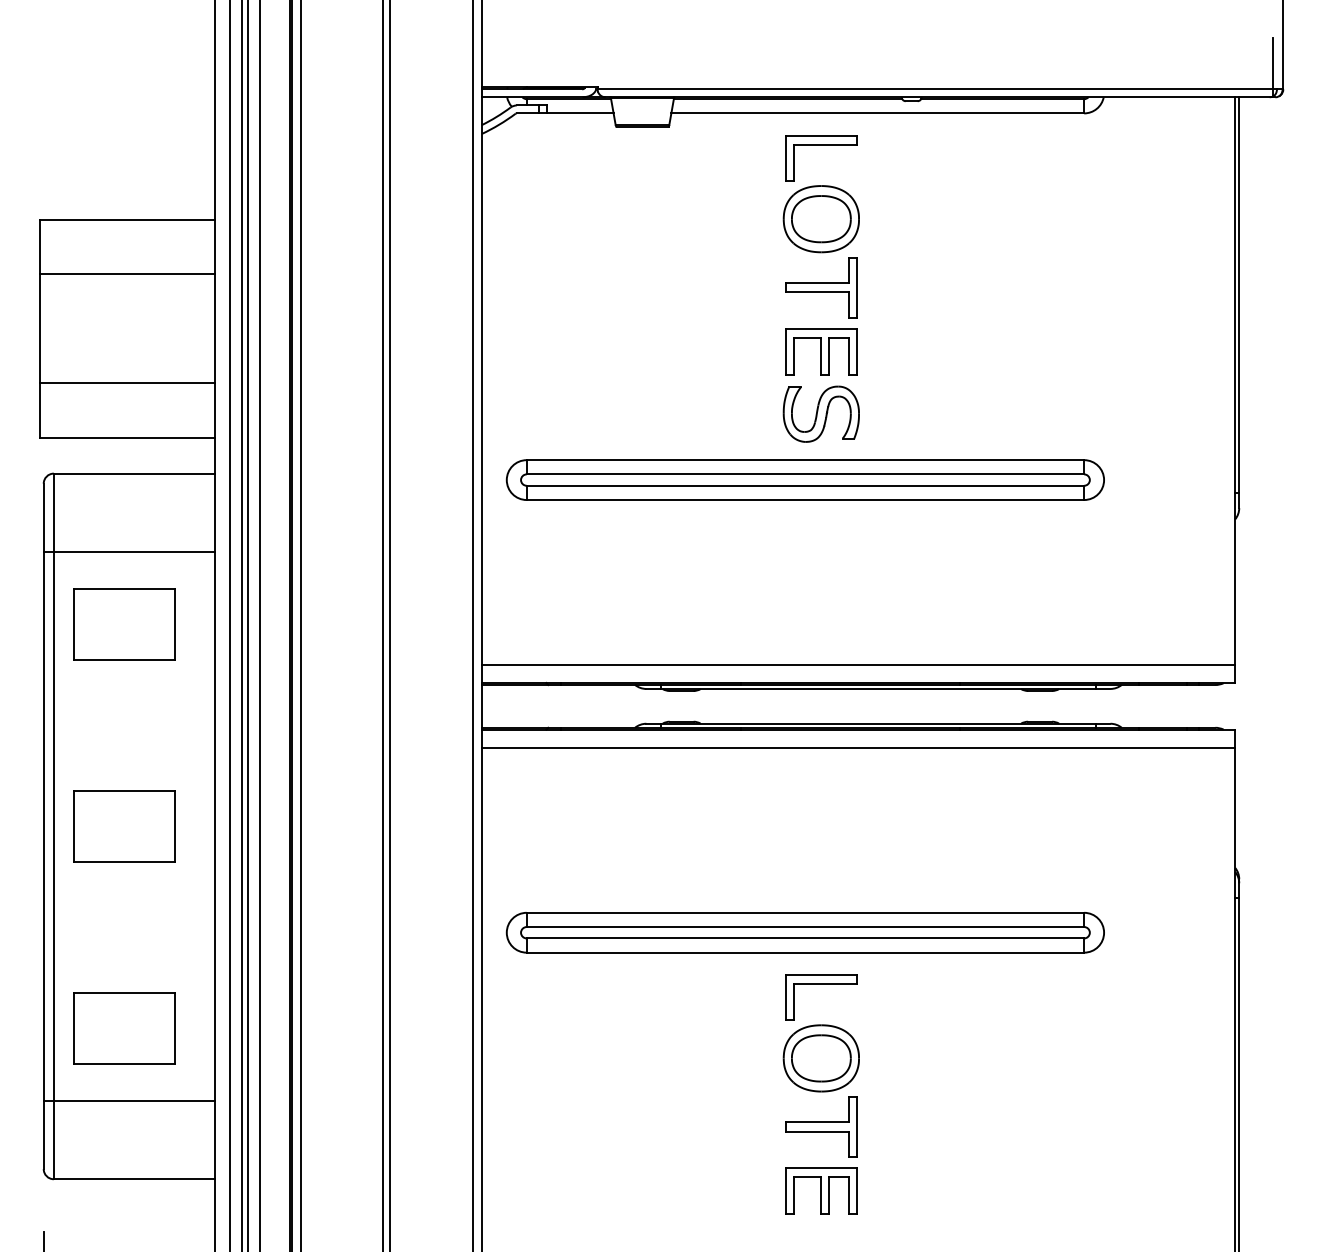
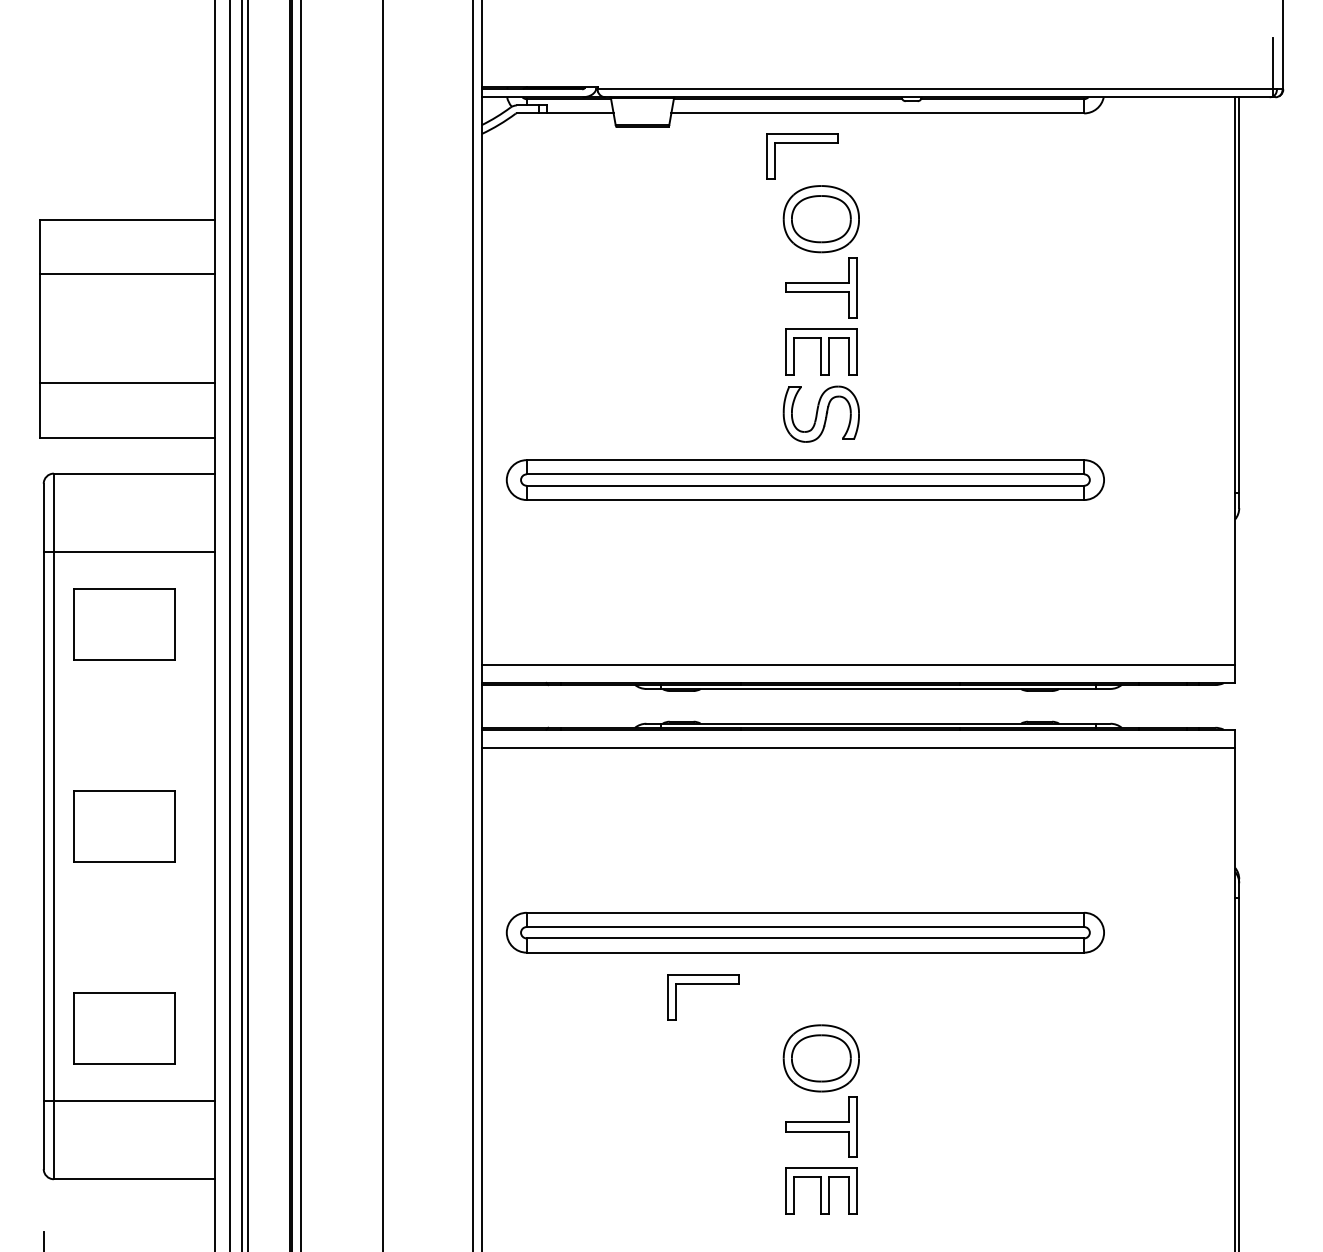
part at (821, 145) position: (821, 145) -> (802, 143)
line at (260, 625): present -> none
line at (389, 625): present -> none
part at (821, 984) position: (821, 984) -> (703, 984)
